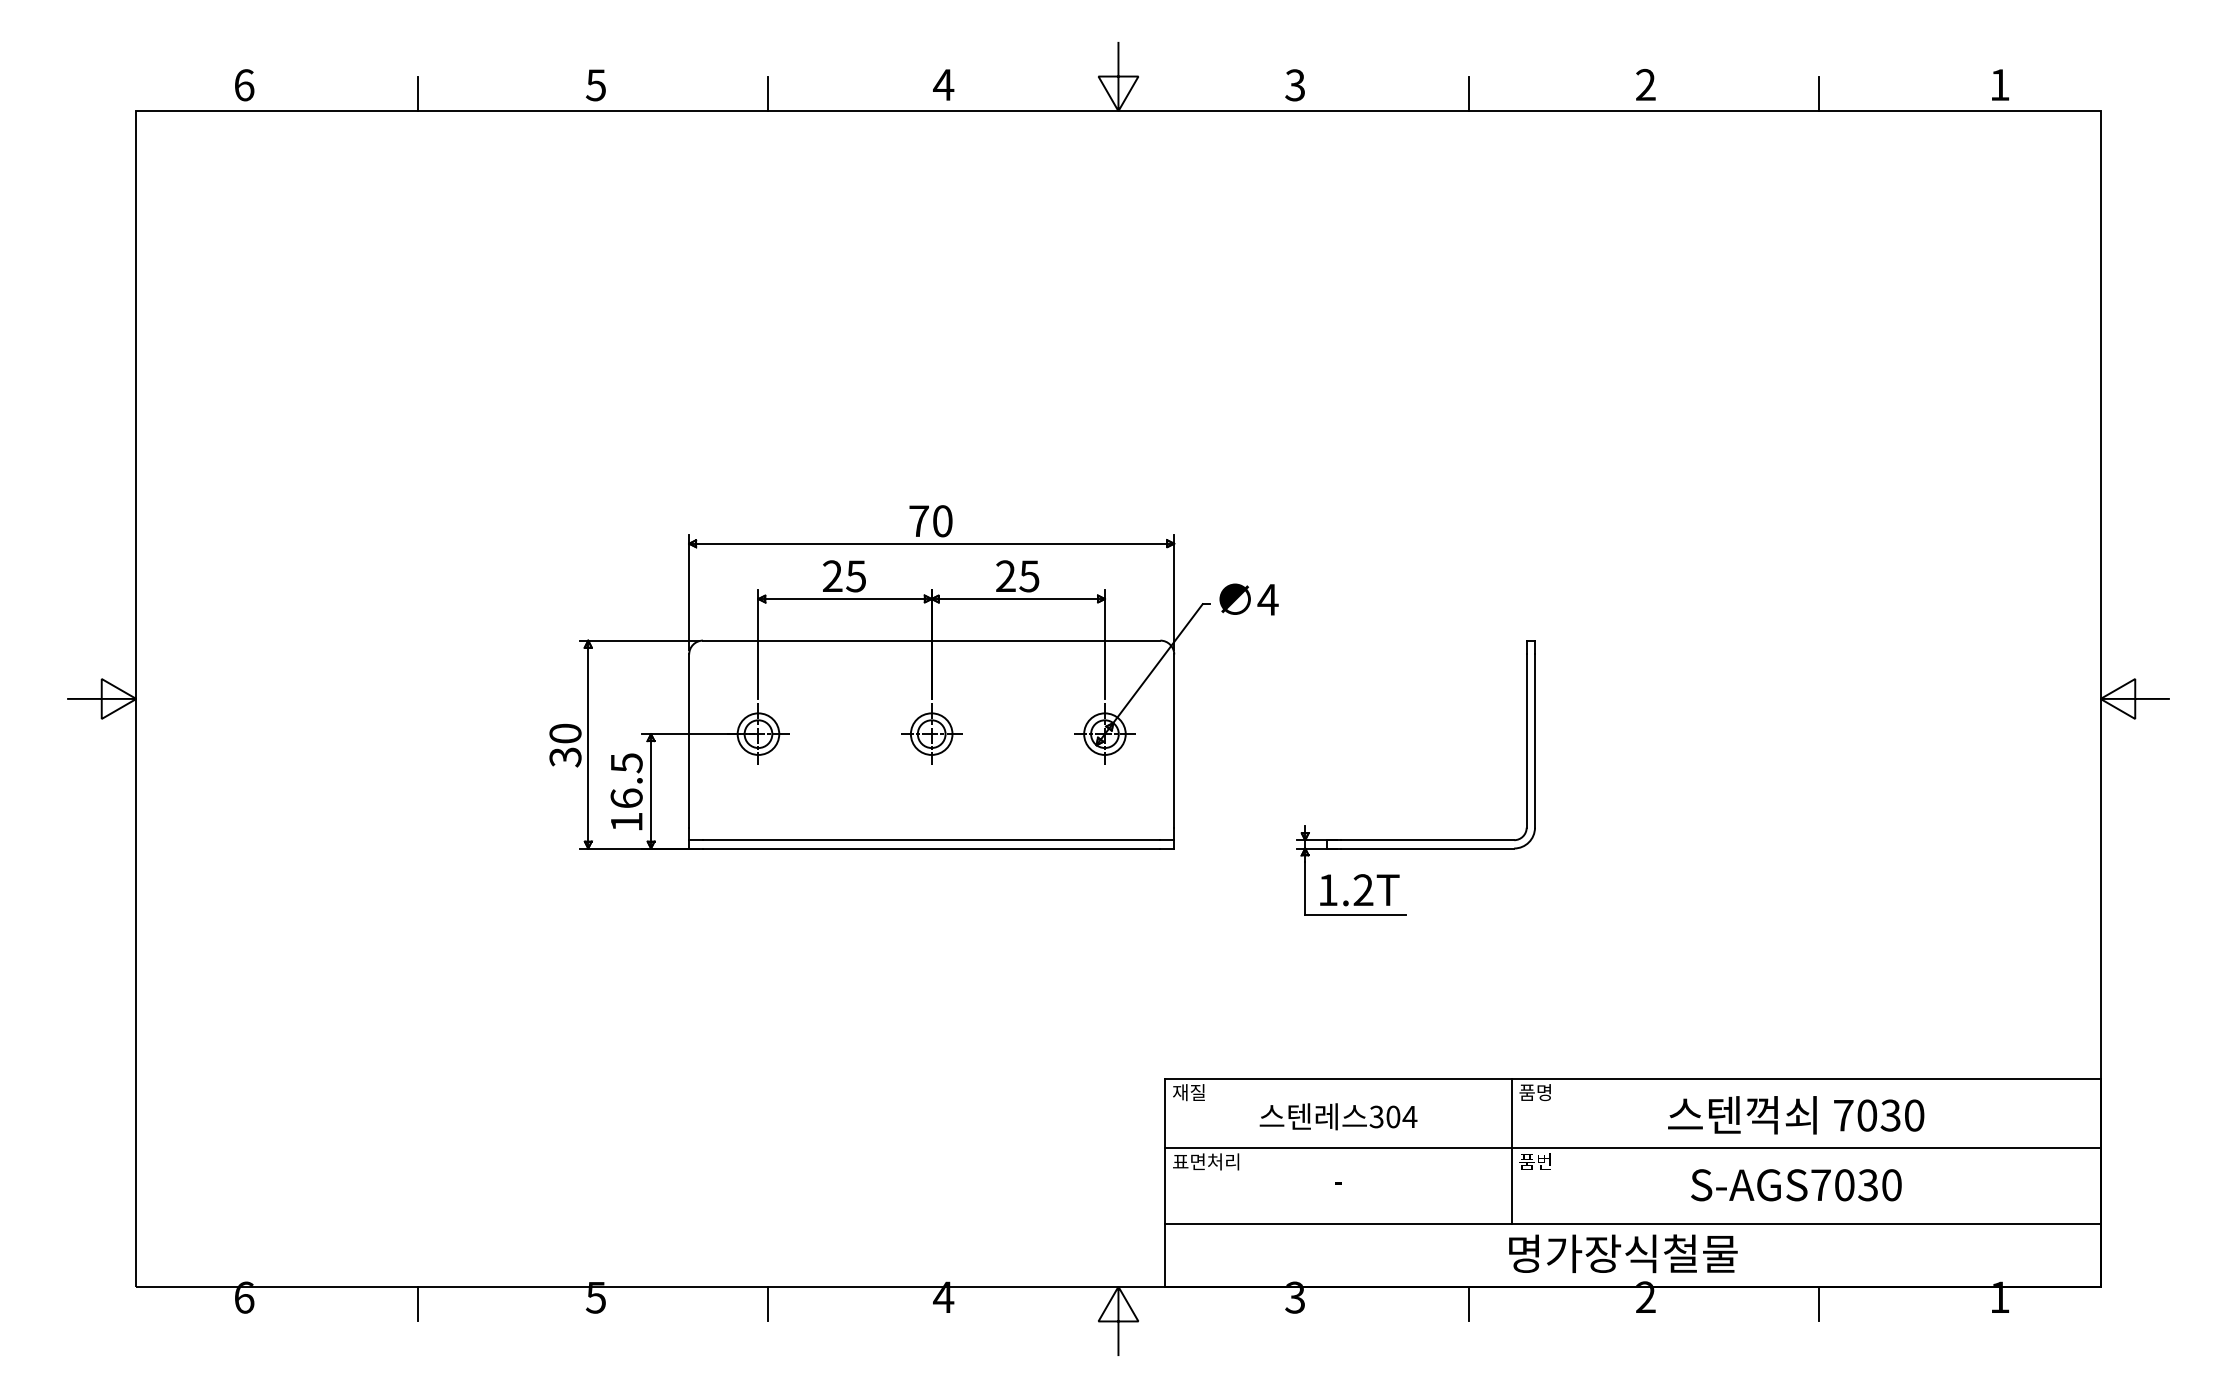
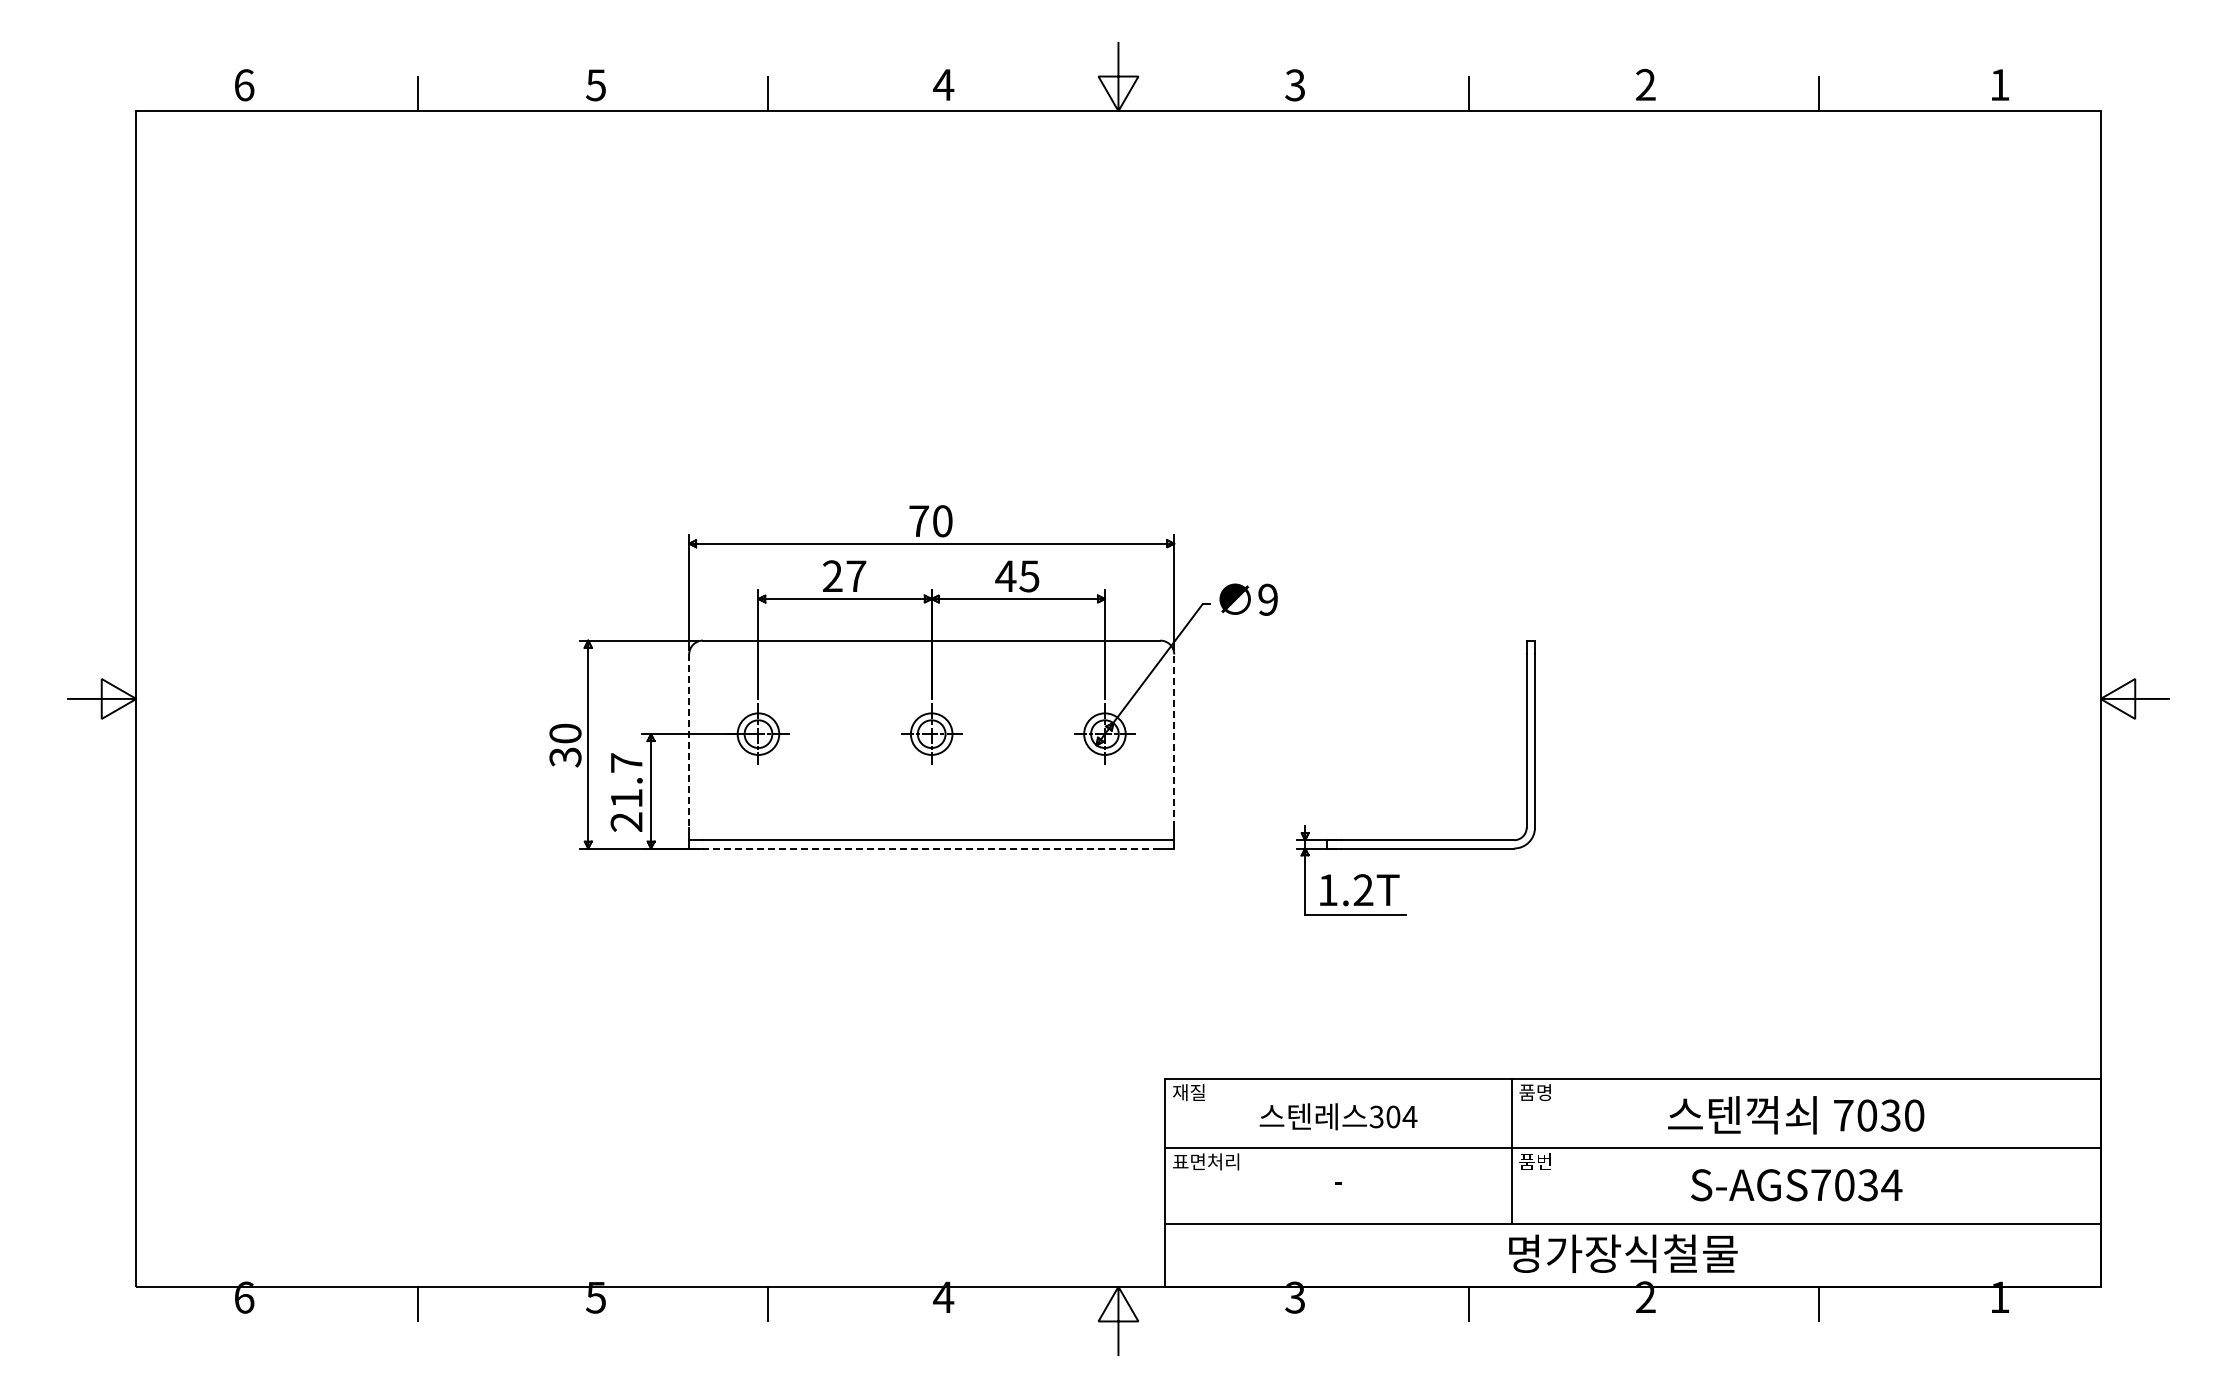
text at (1005, 575): 25 -> 45
text at (856, 576): 25 -> 27
text at (1267, 599): 4 -> 9
line at (689, 741): solid -> dashed
line at (1174, 741): solid -> dashed
text at (626, 792): 16.5 -> 21.7
line at (931, 848): solid -> dashed
text at (1891, 1185): S-AGS7030 -> S-AGS7034
